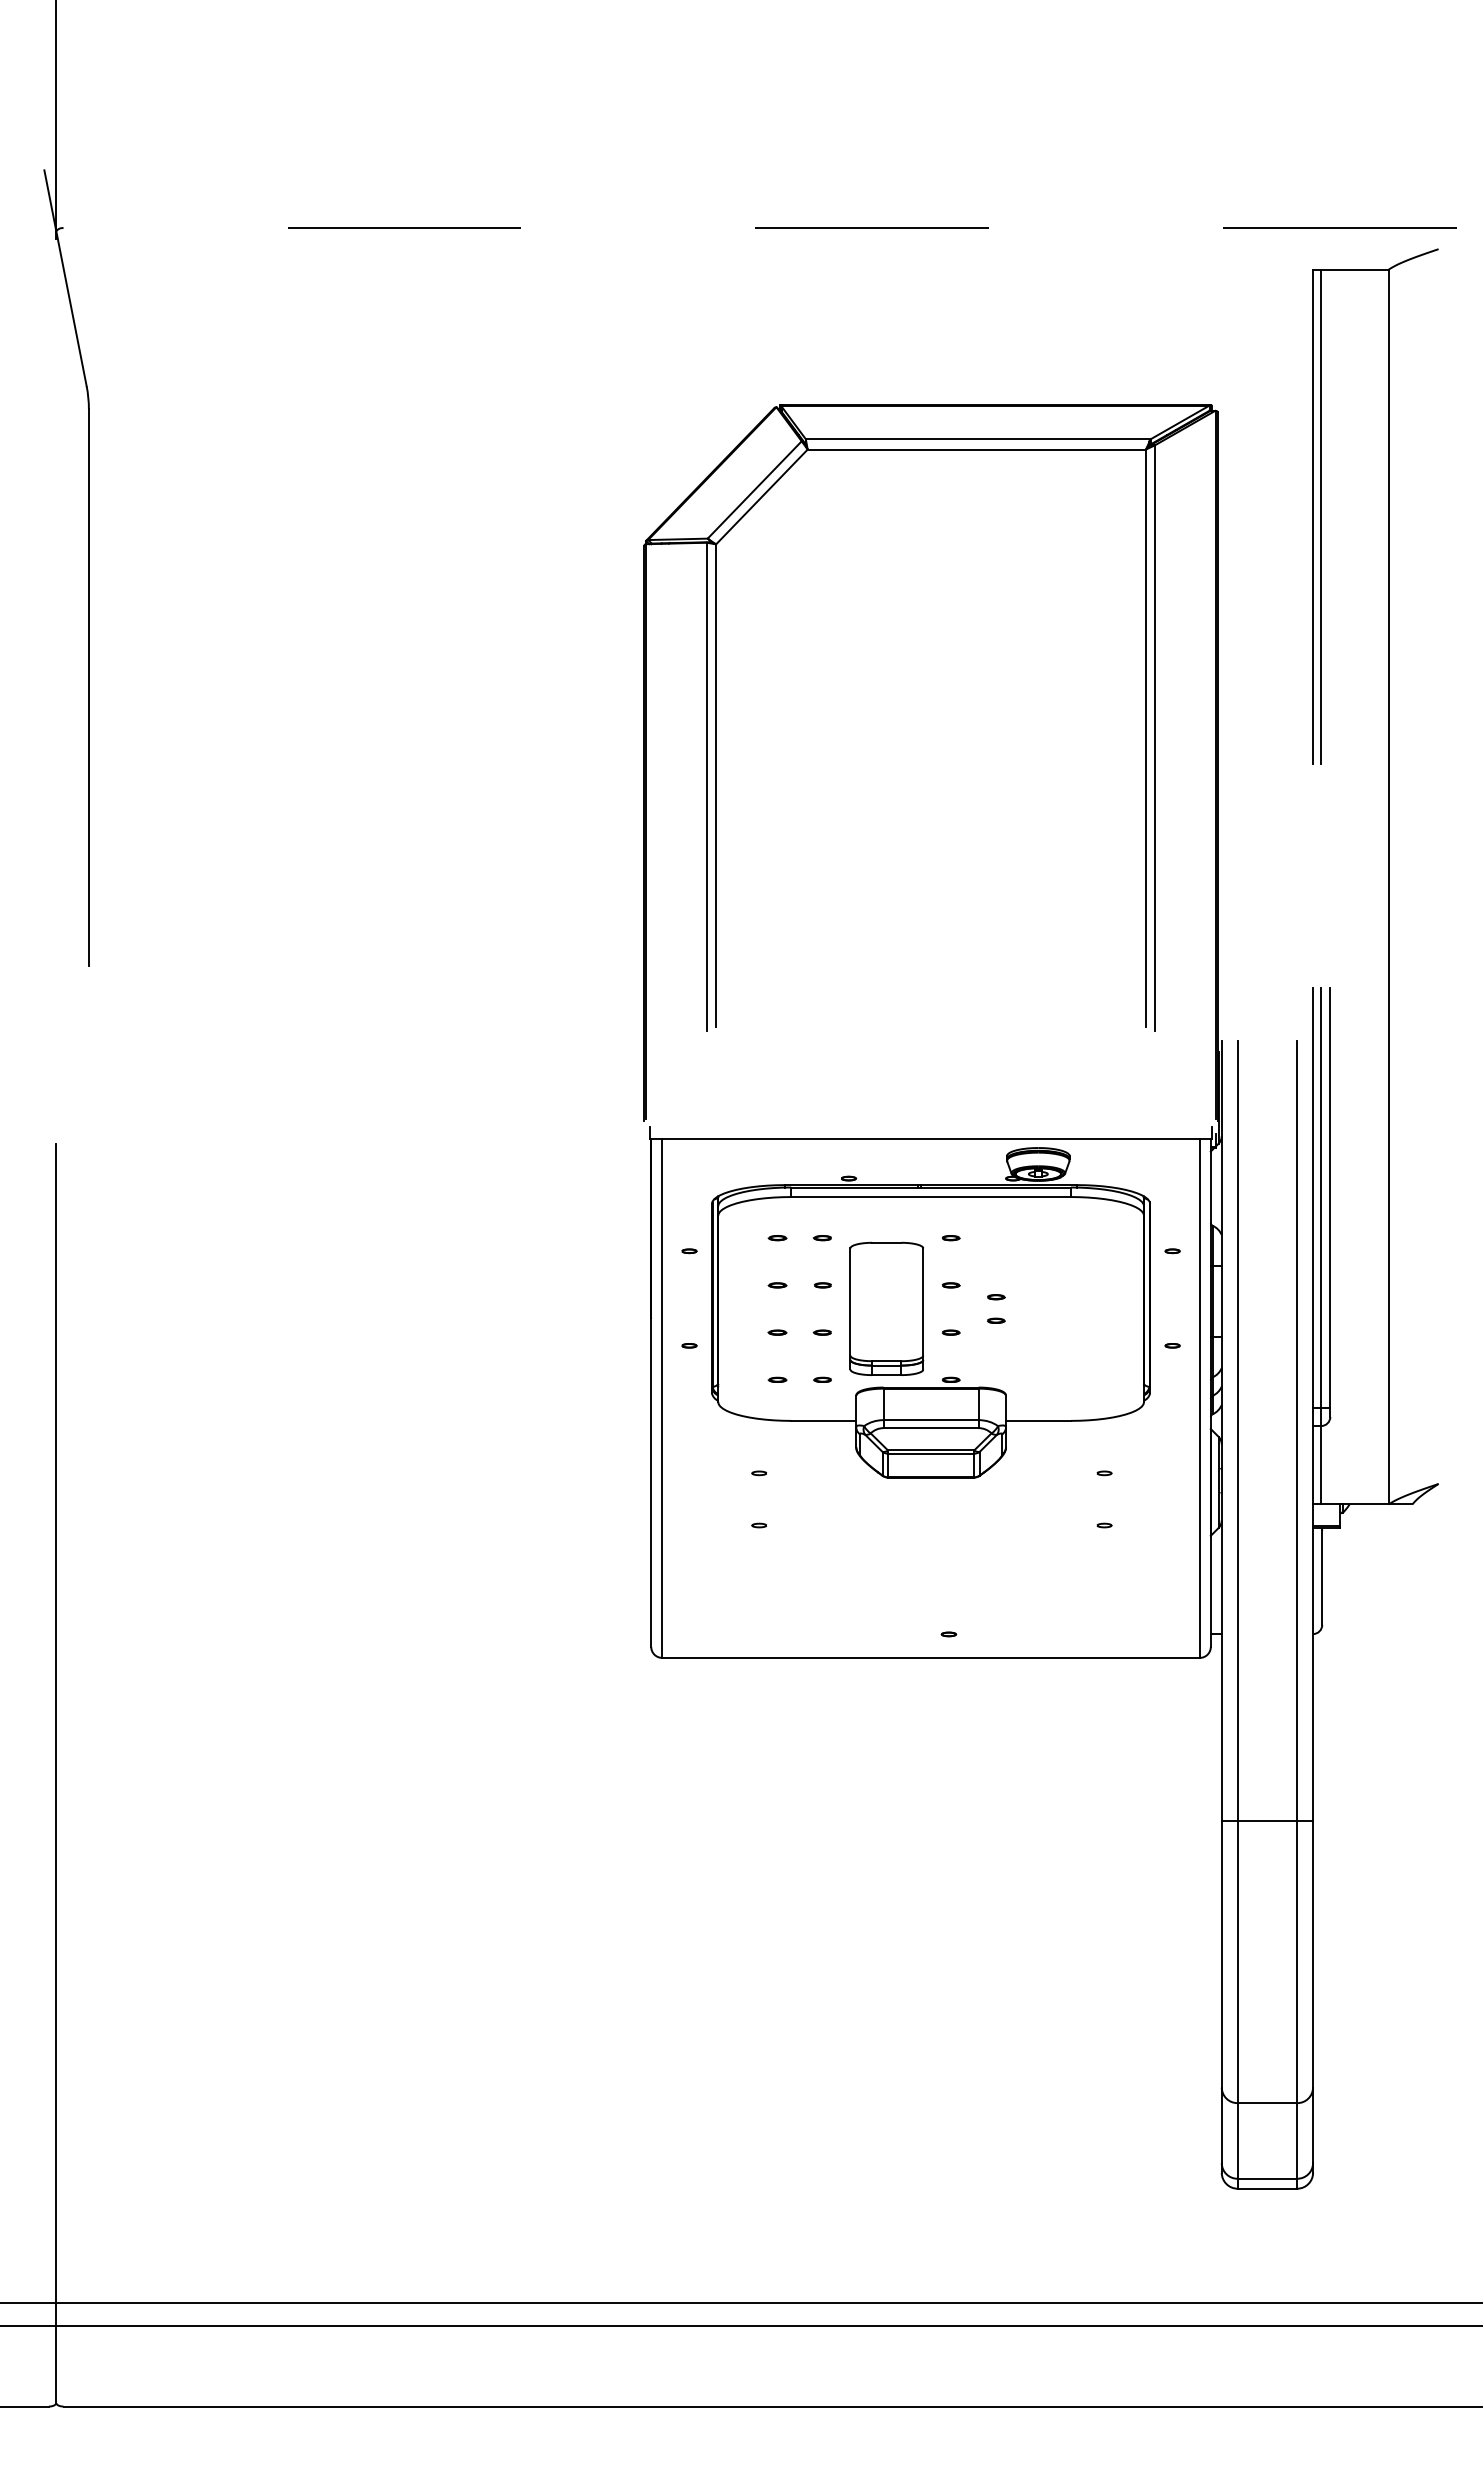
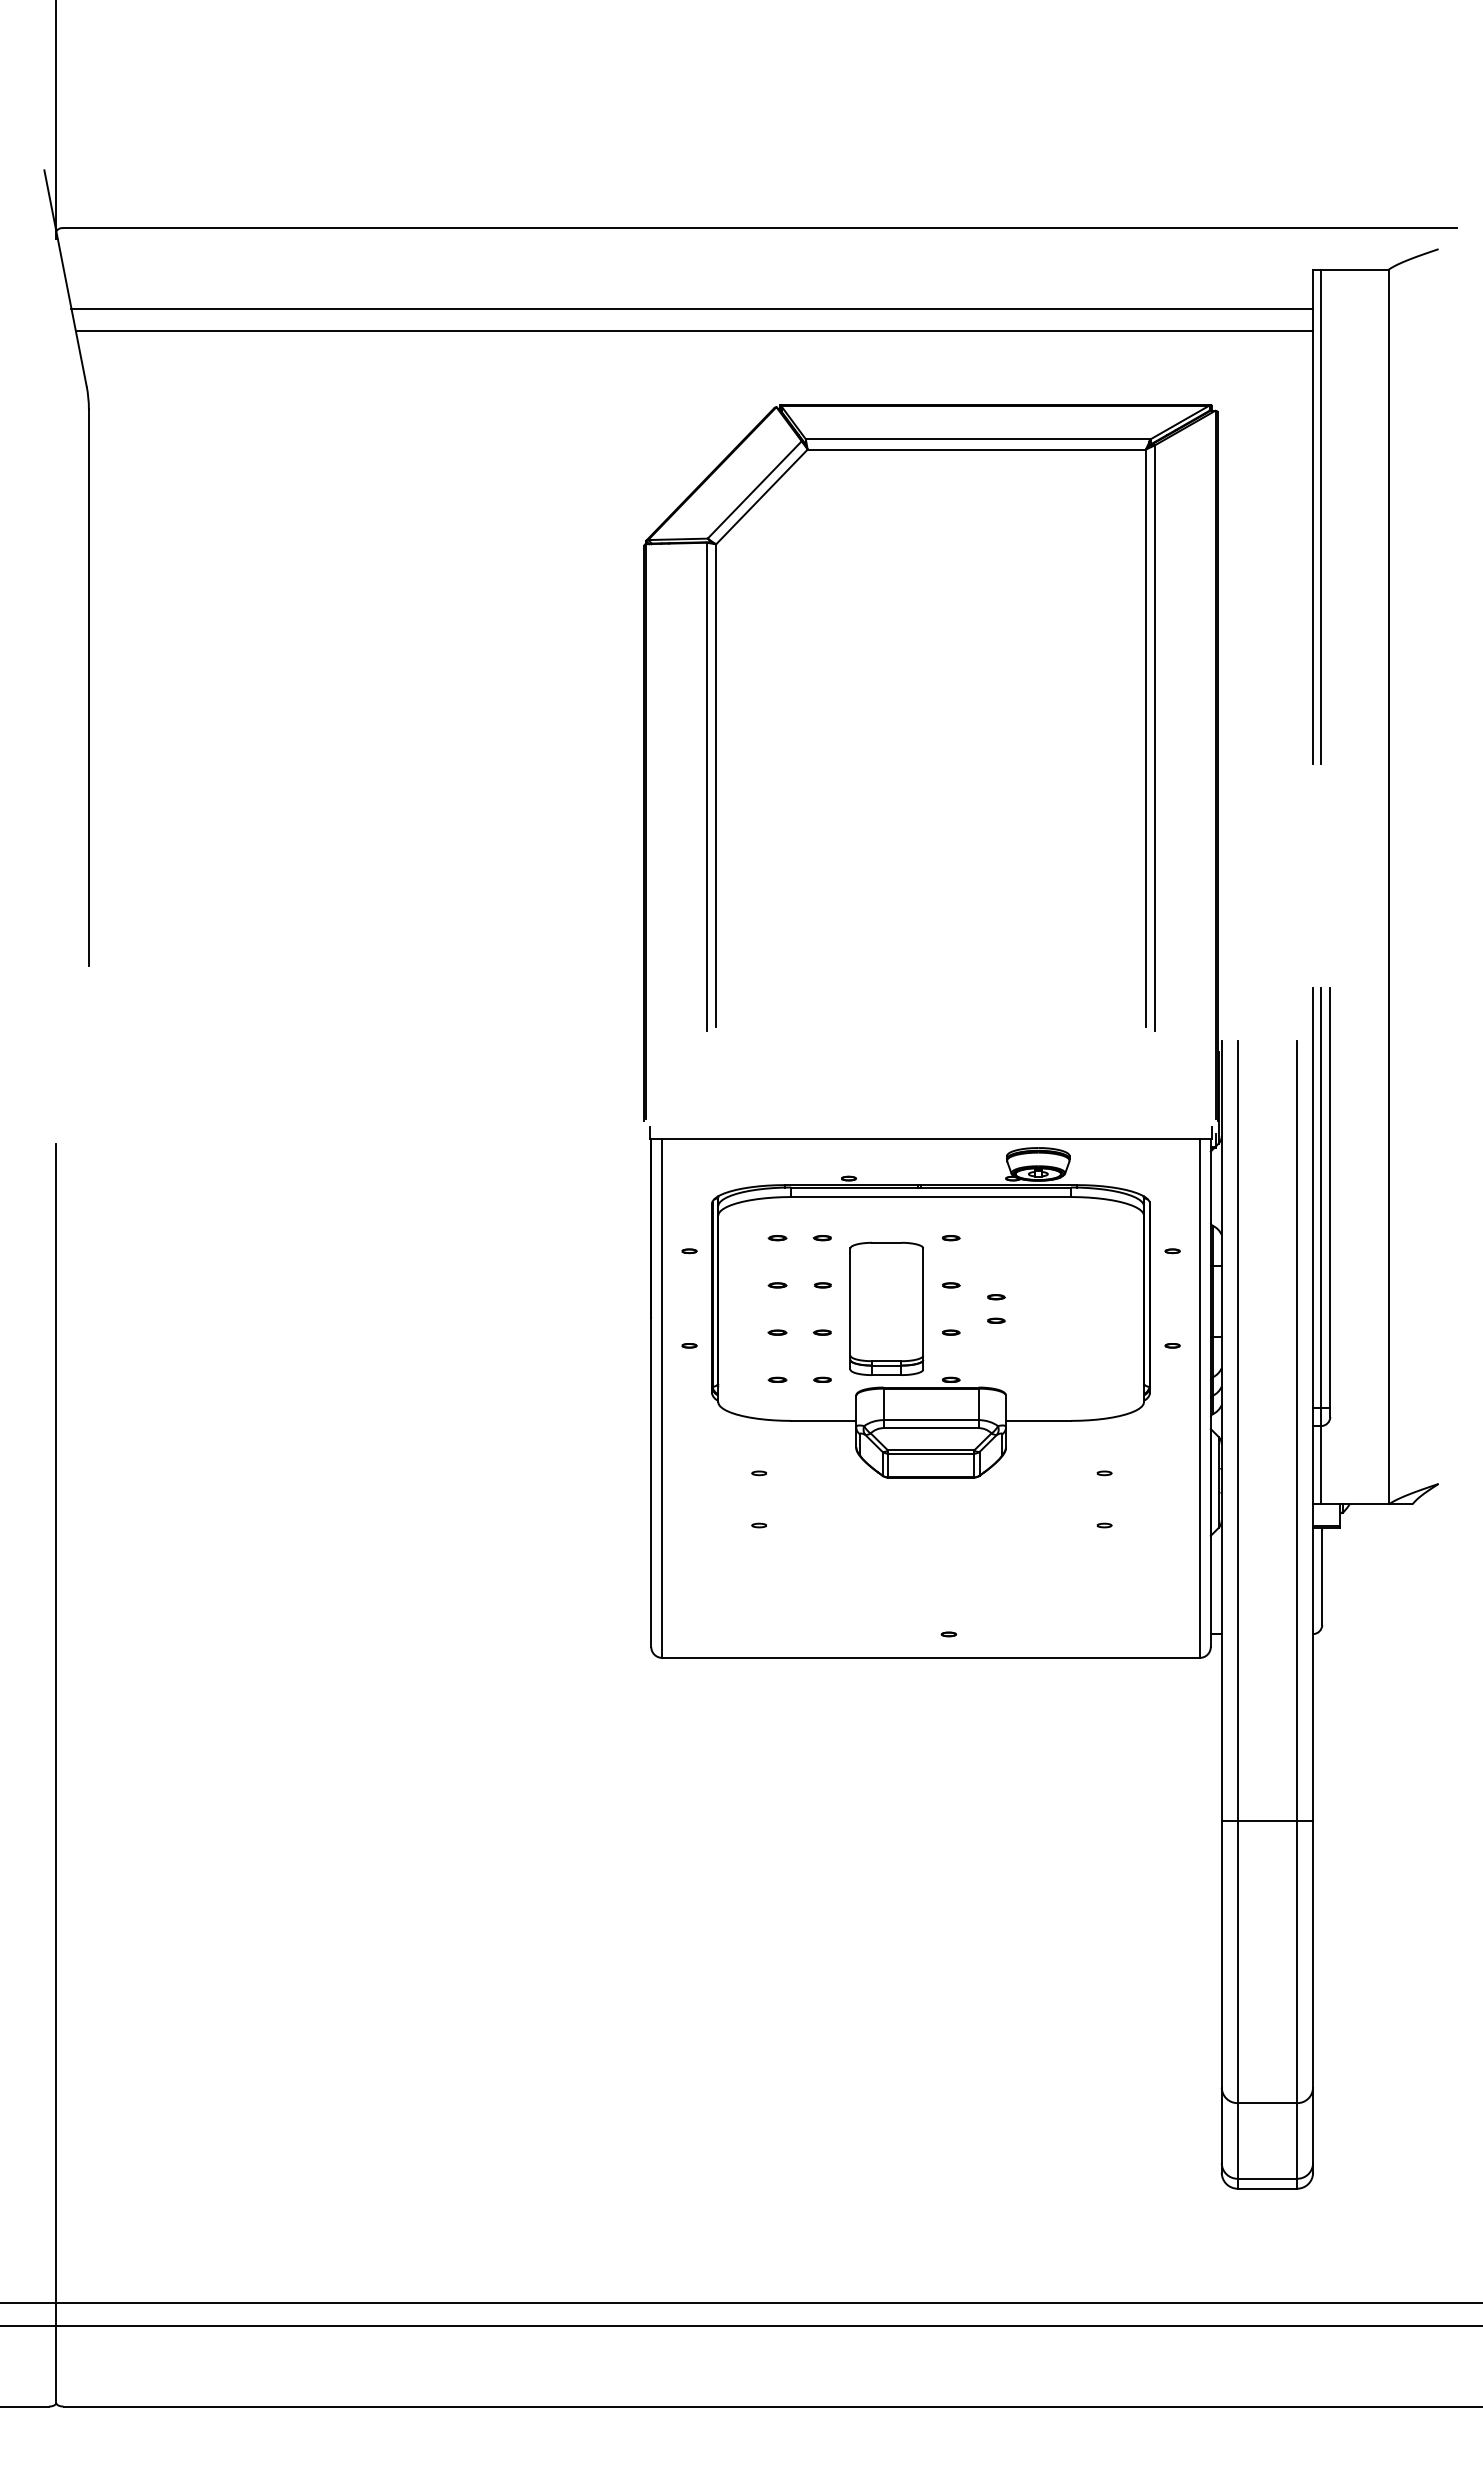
line at (759, 228): dashed -> solid
line at (692, 308): none -> present
line at (694, 331): none -> present
